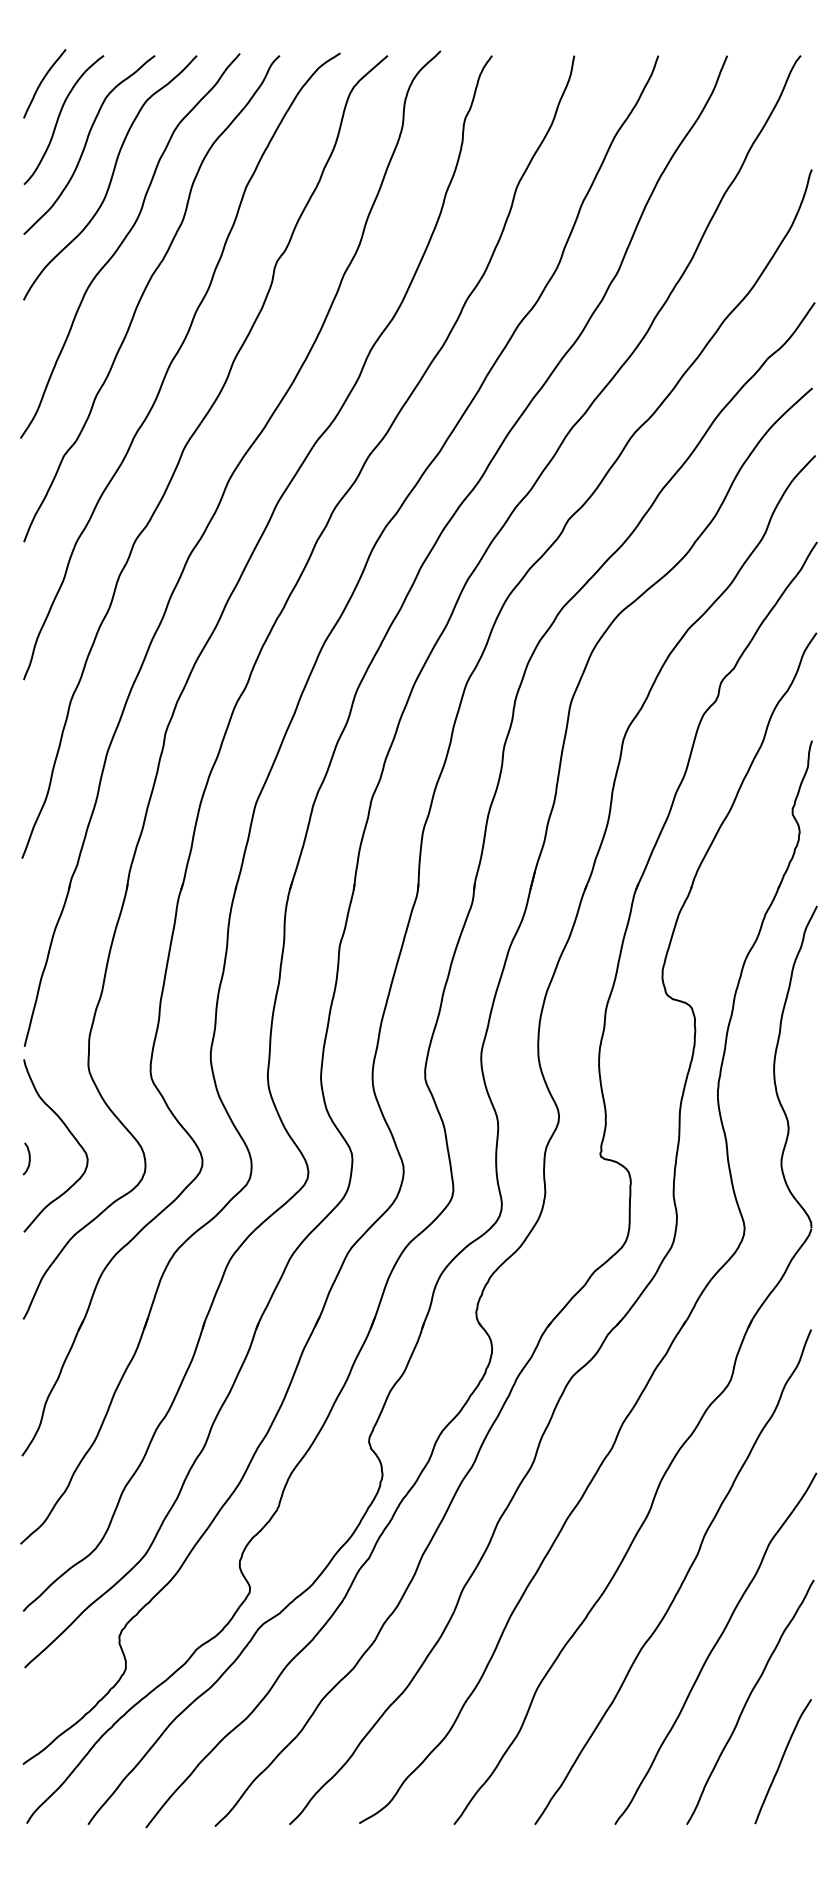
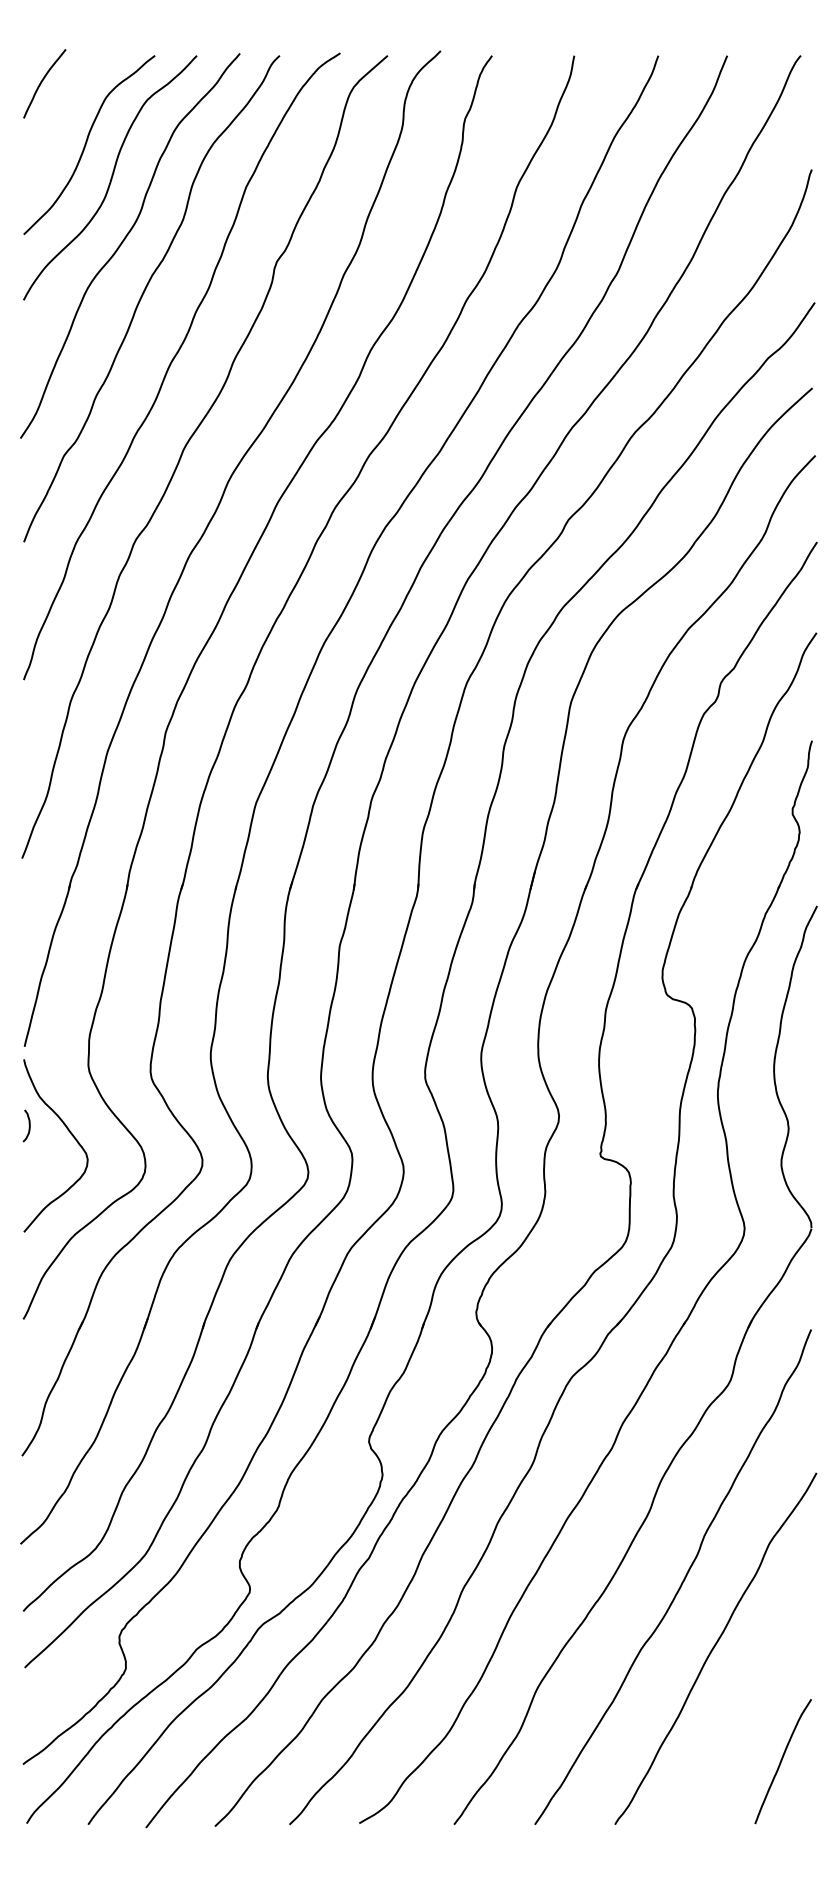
curve at (59, 118): present -> none
curve at (28, 1157) position: (28, 1157) -> (28, 1124)
curve at (748, 1700): present -> none
